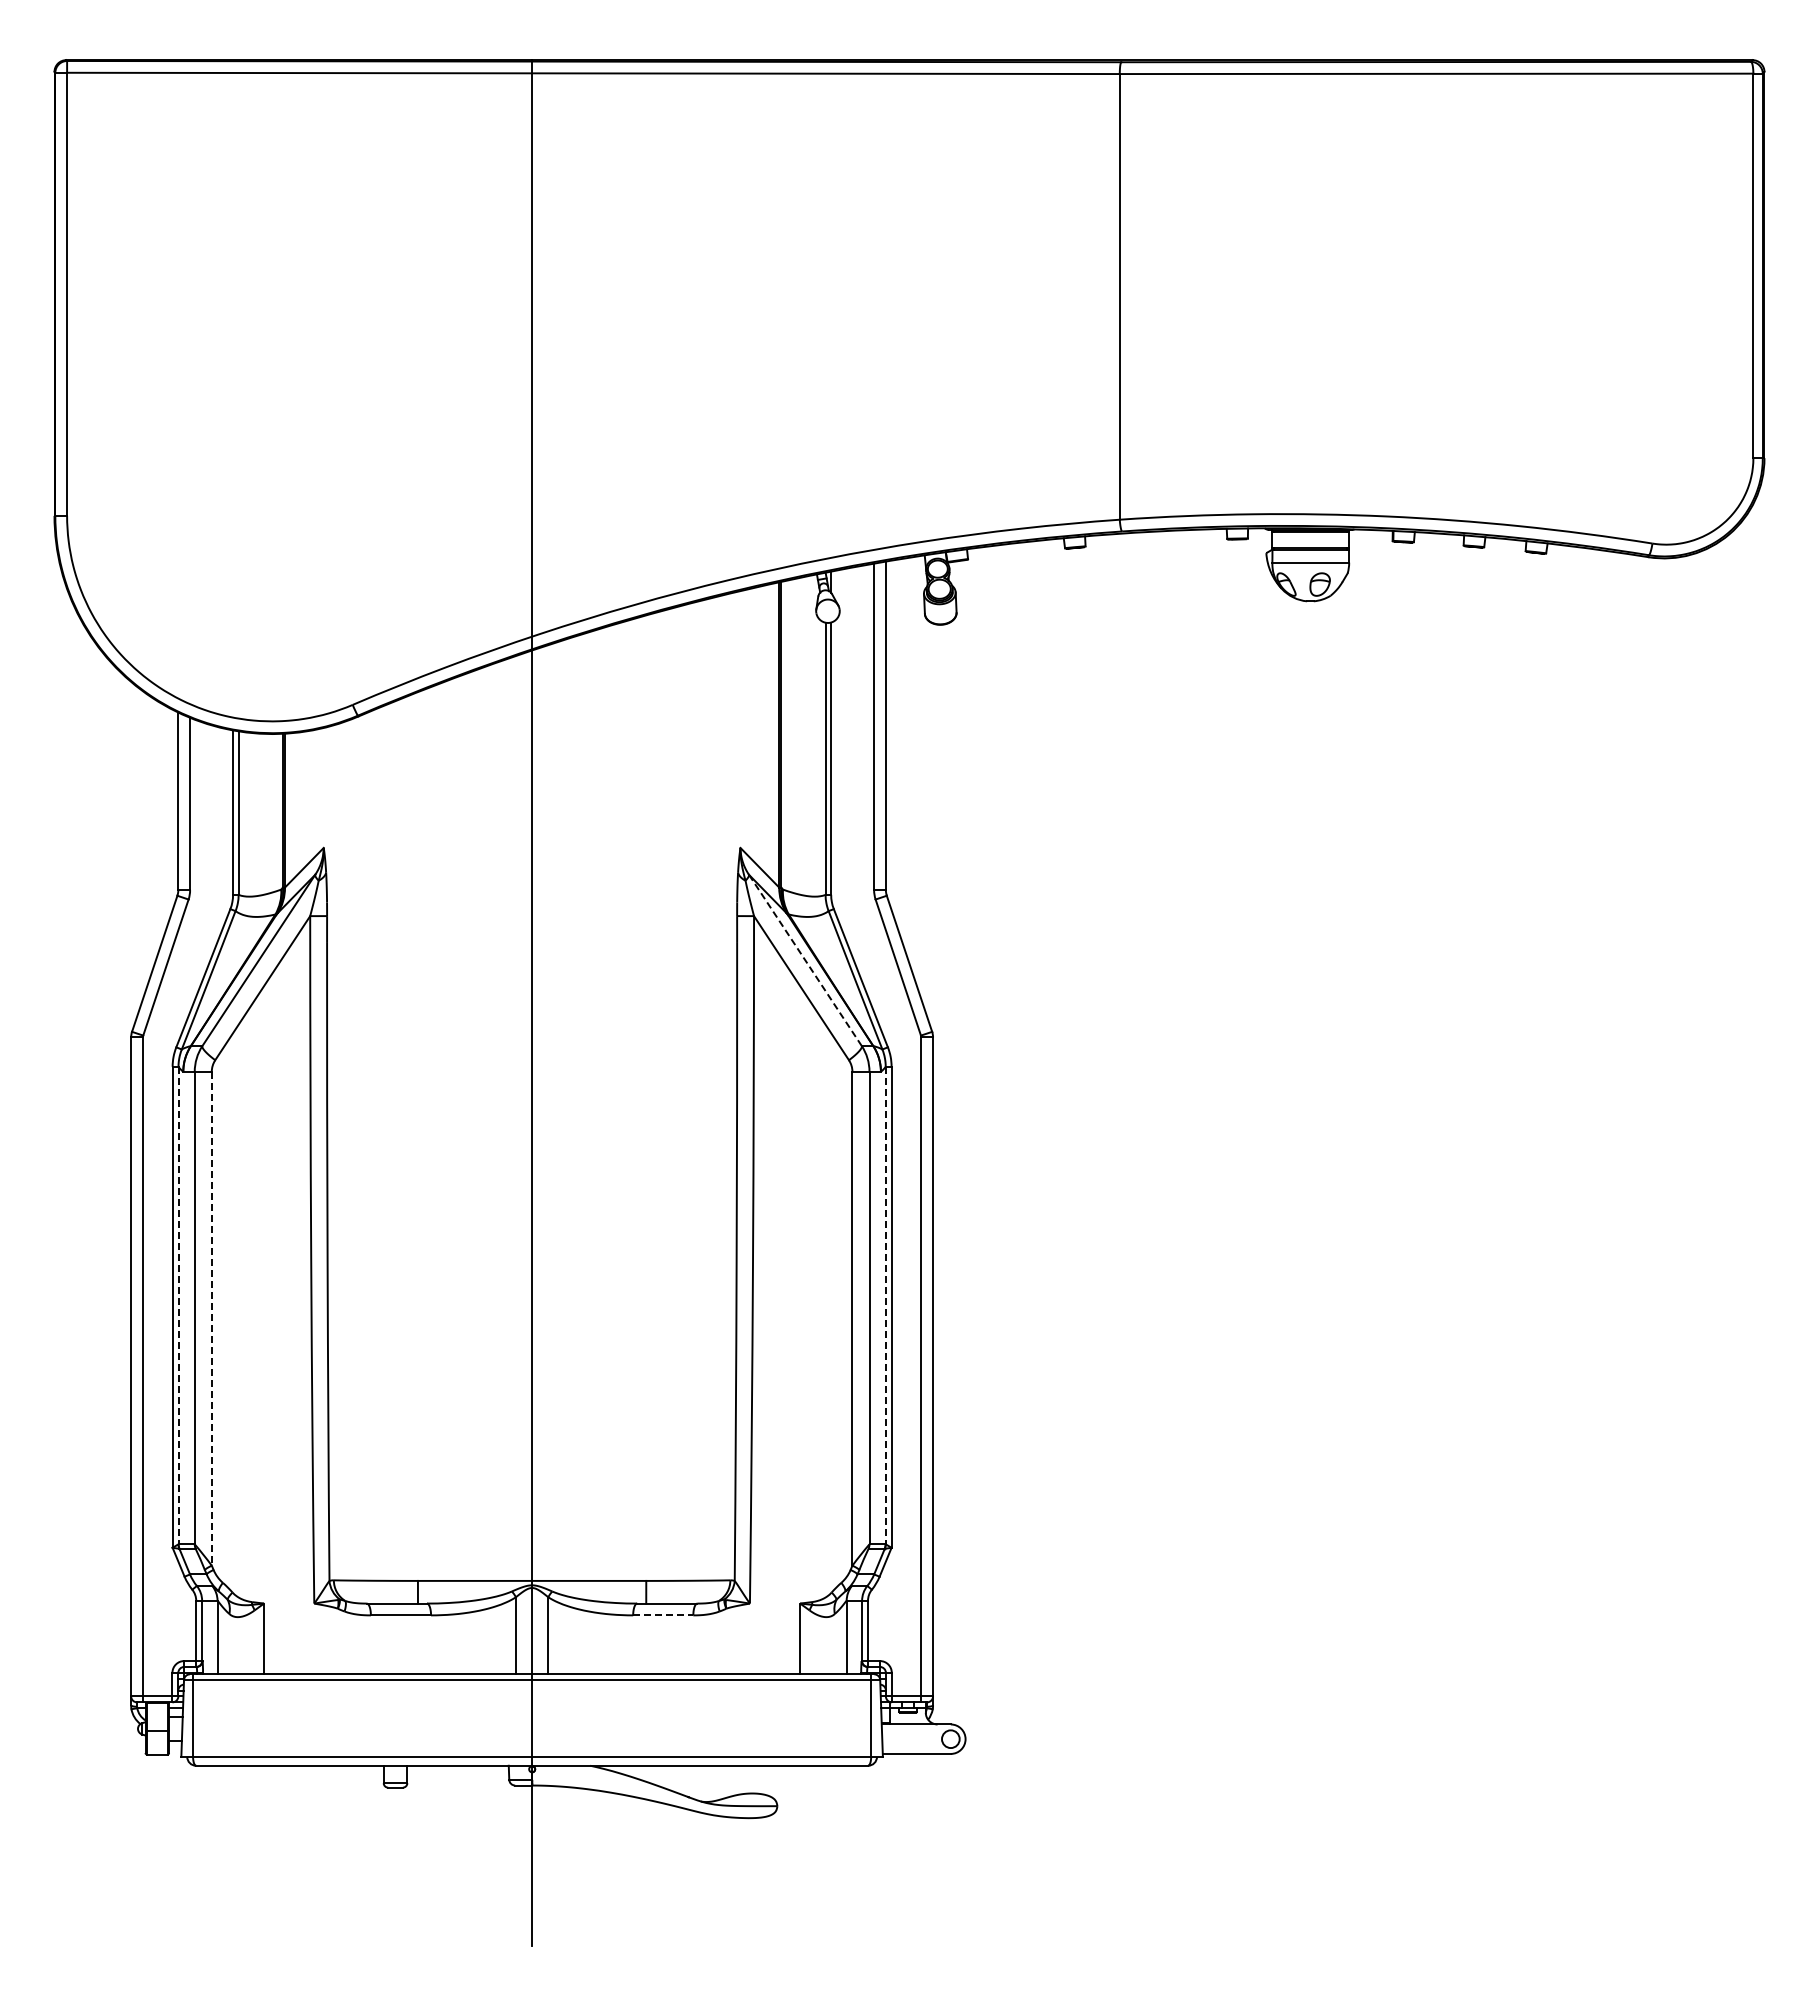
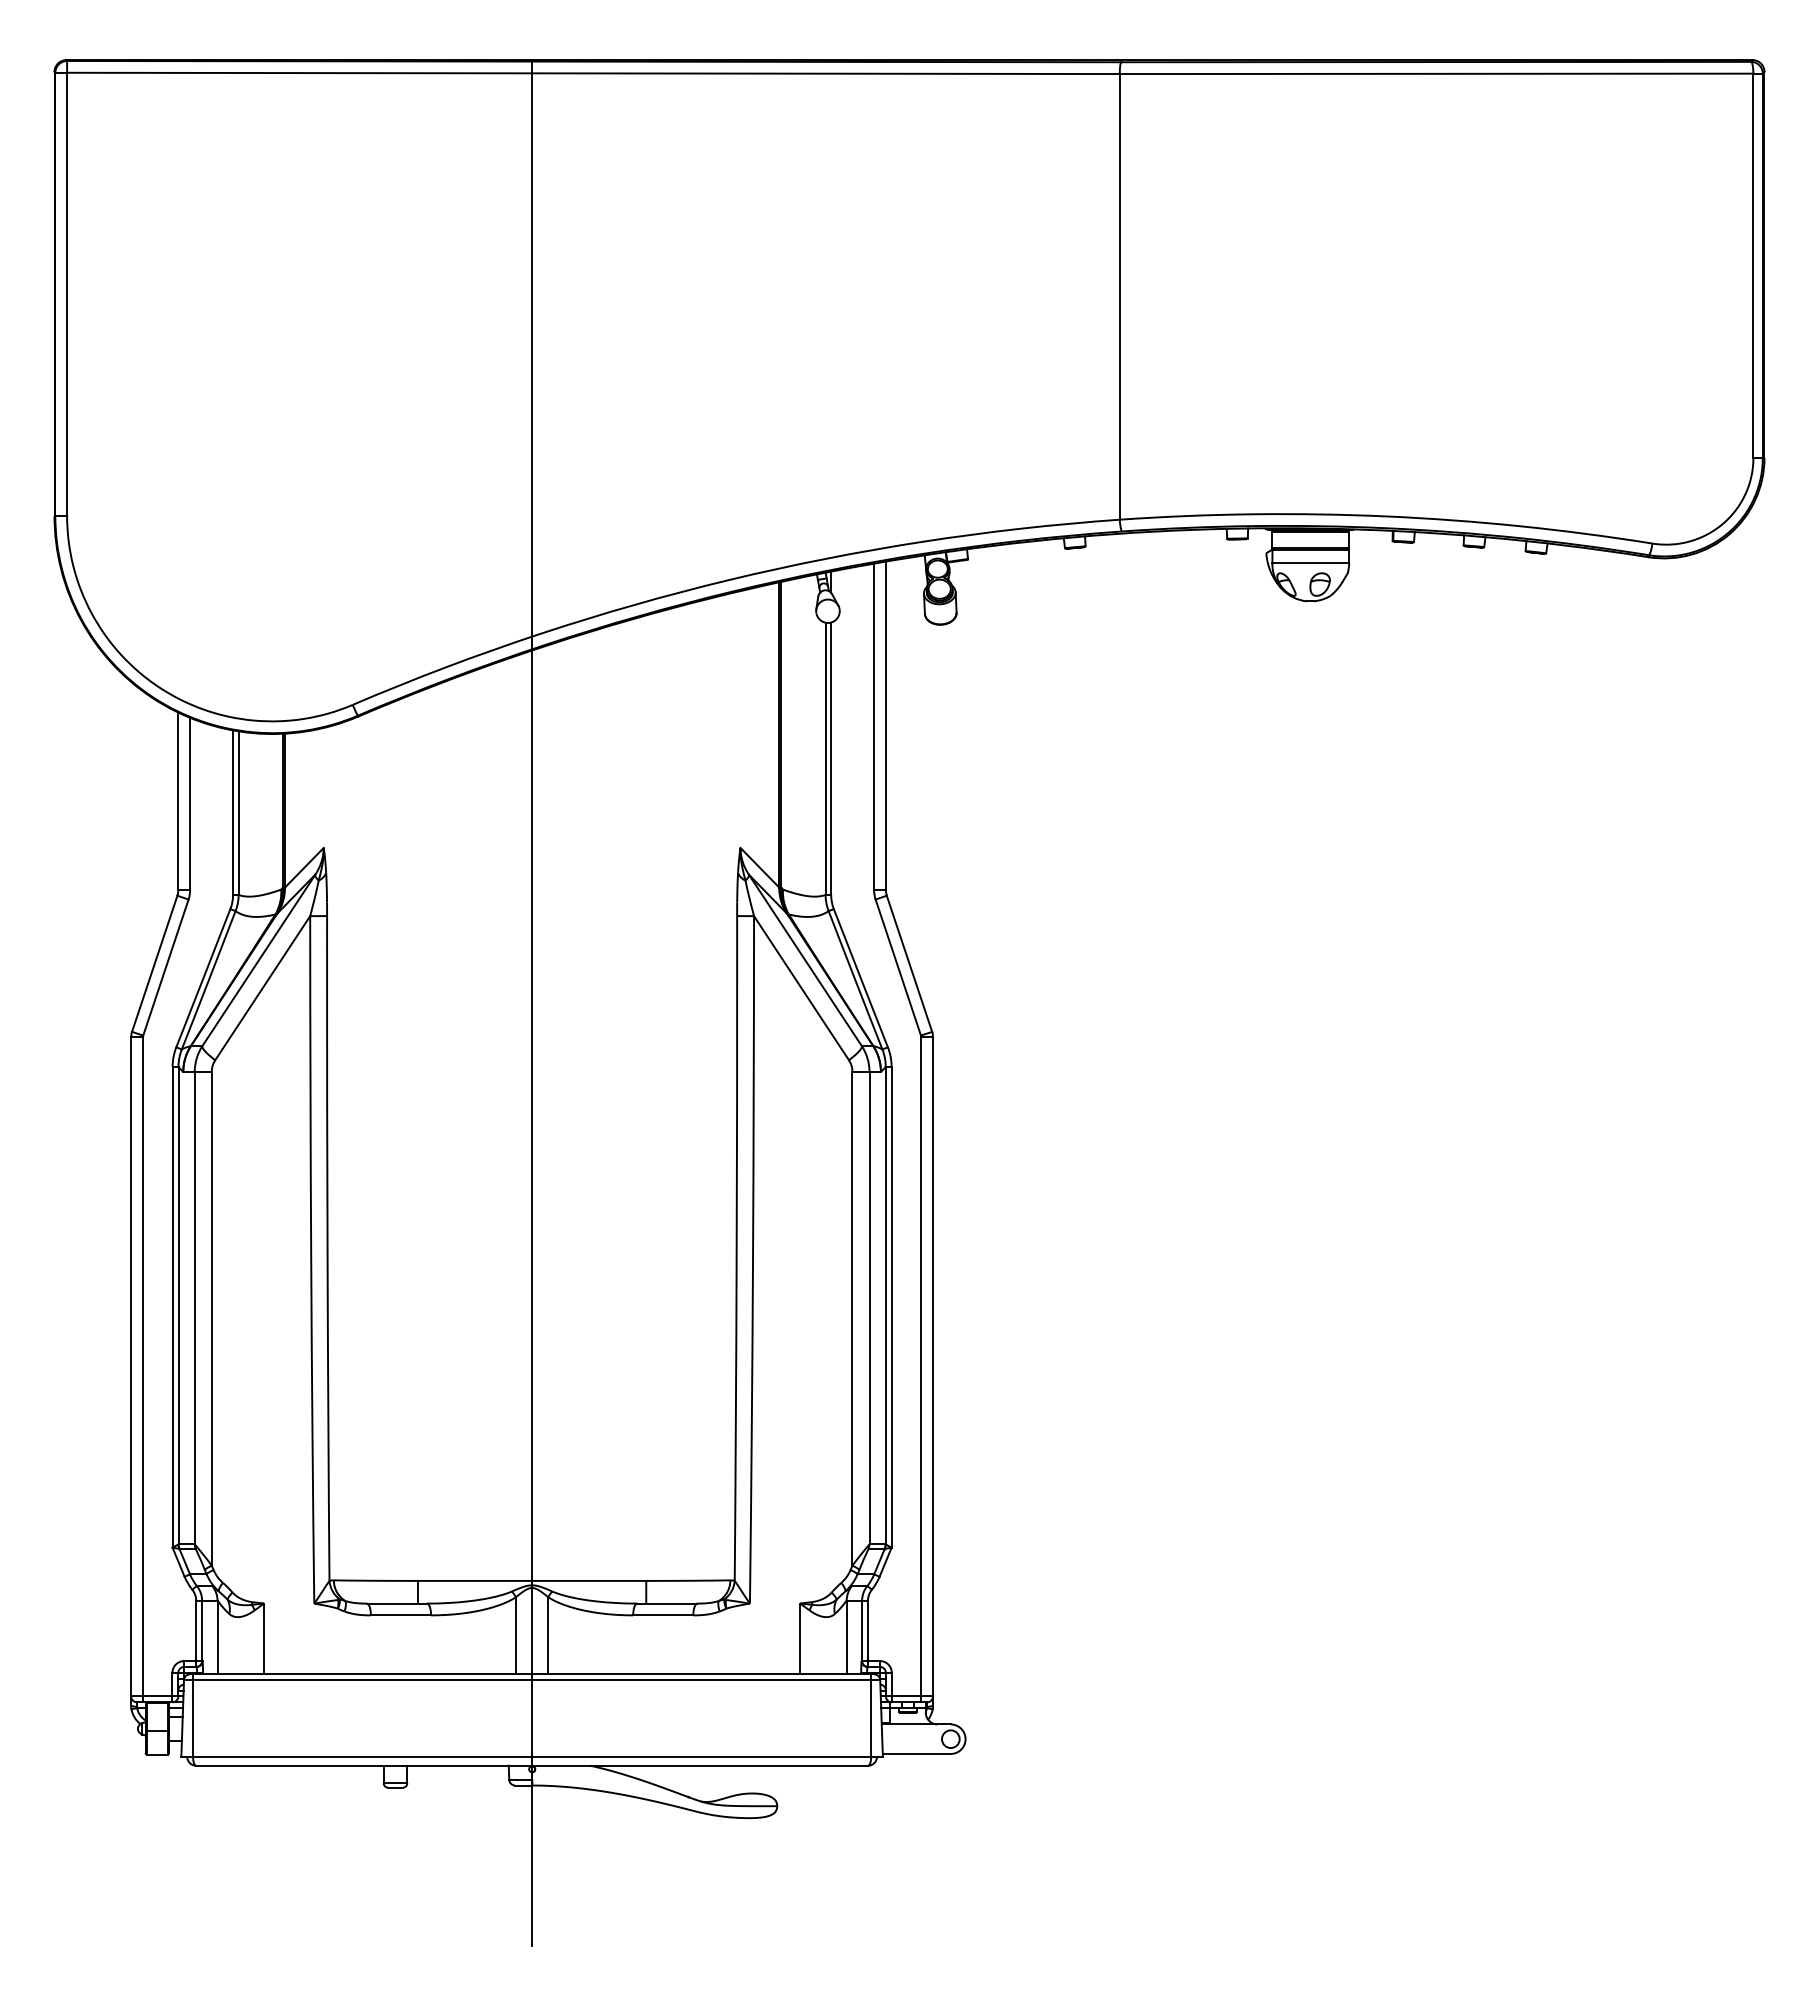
line at (805, 960): dashed -> solid
line at (178, 1305): dashed -> solid
line at (885, 1305): dashed -> solid
line at (211, 1318): dashed -> solid
line at (663, 1615): dashed -> solid
